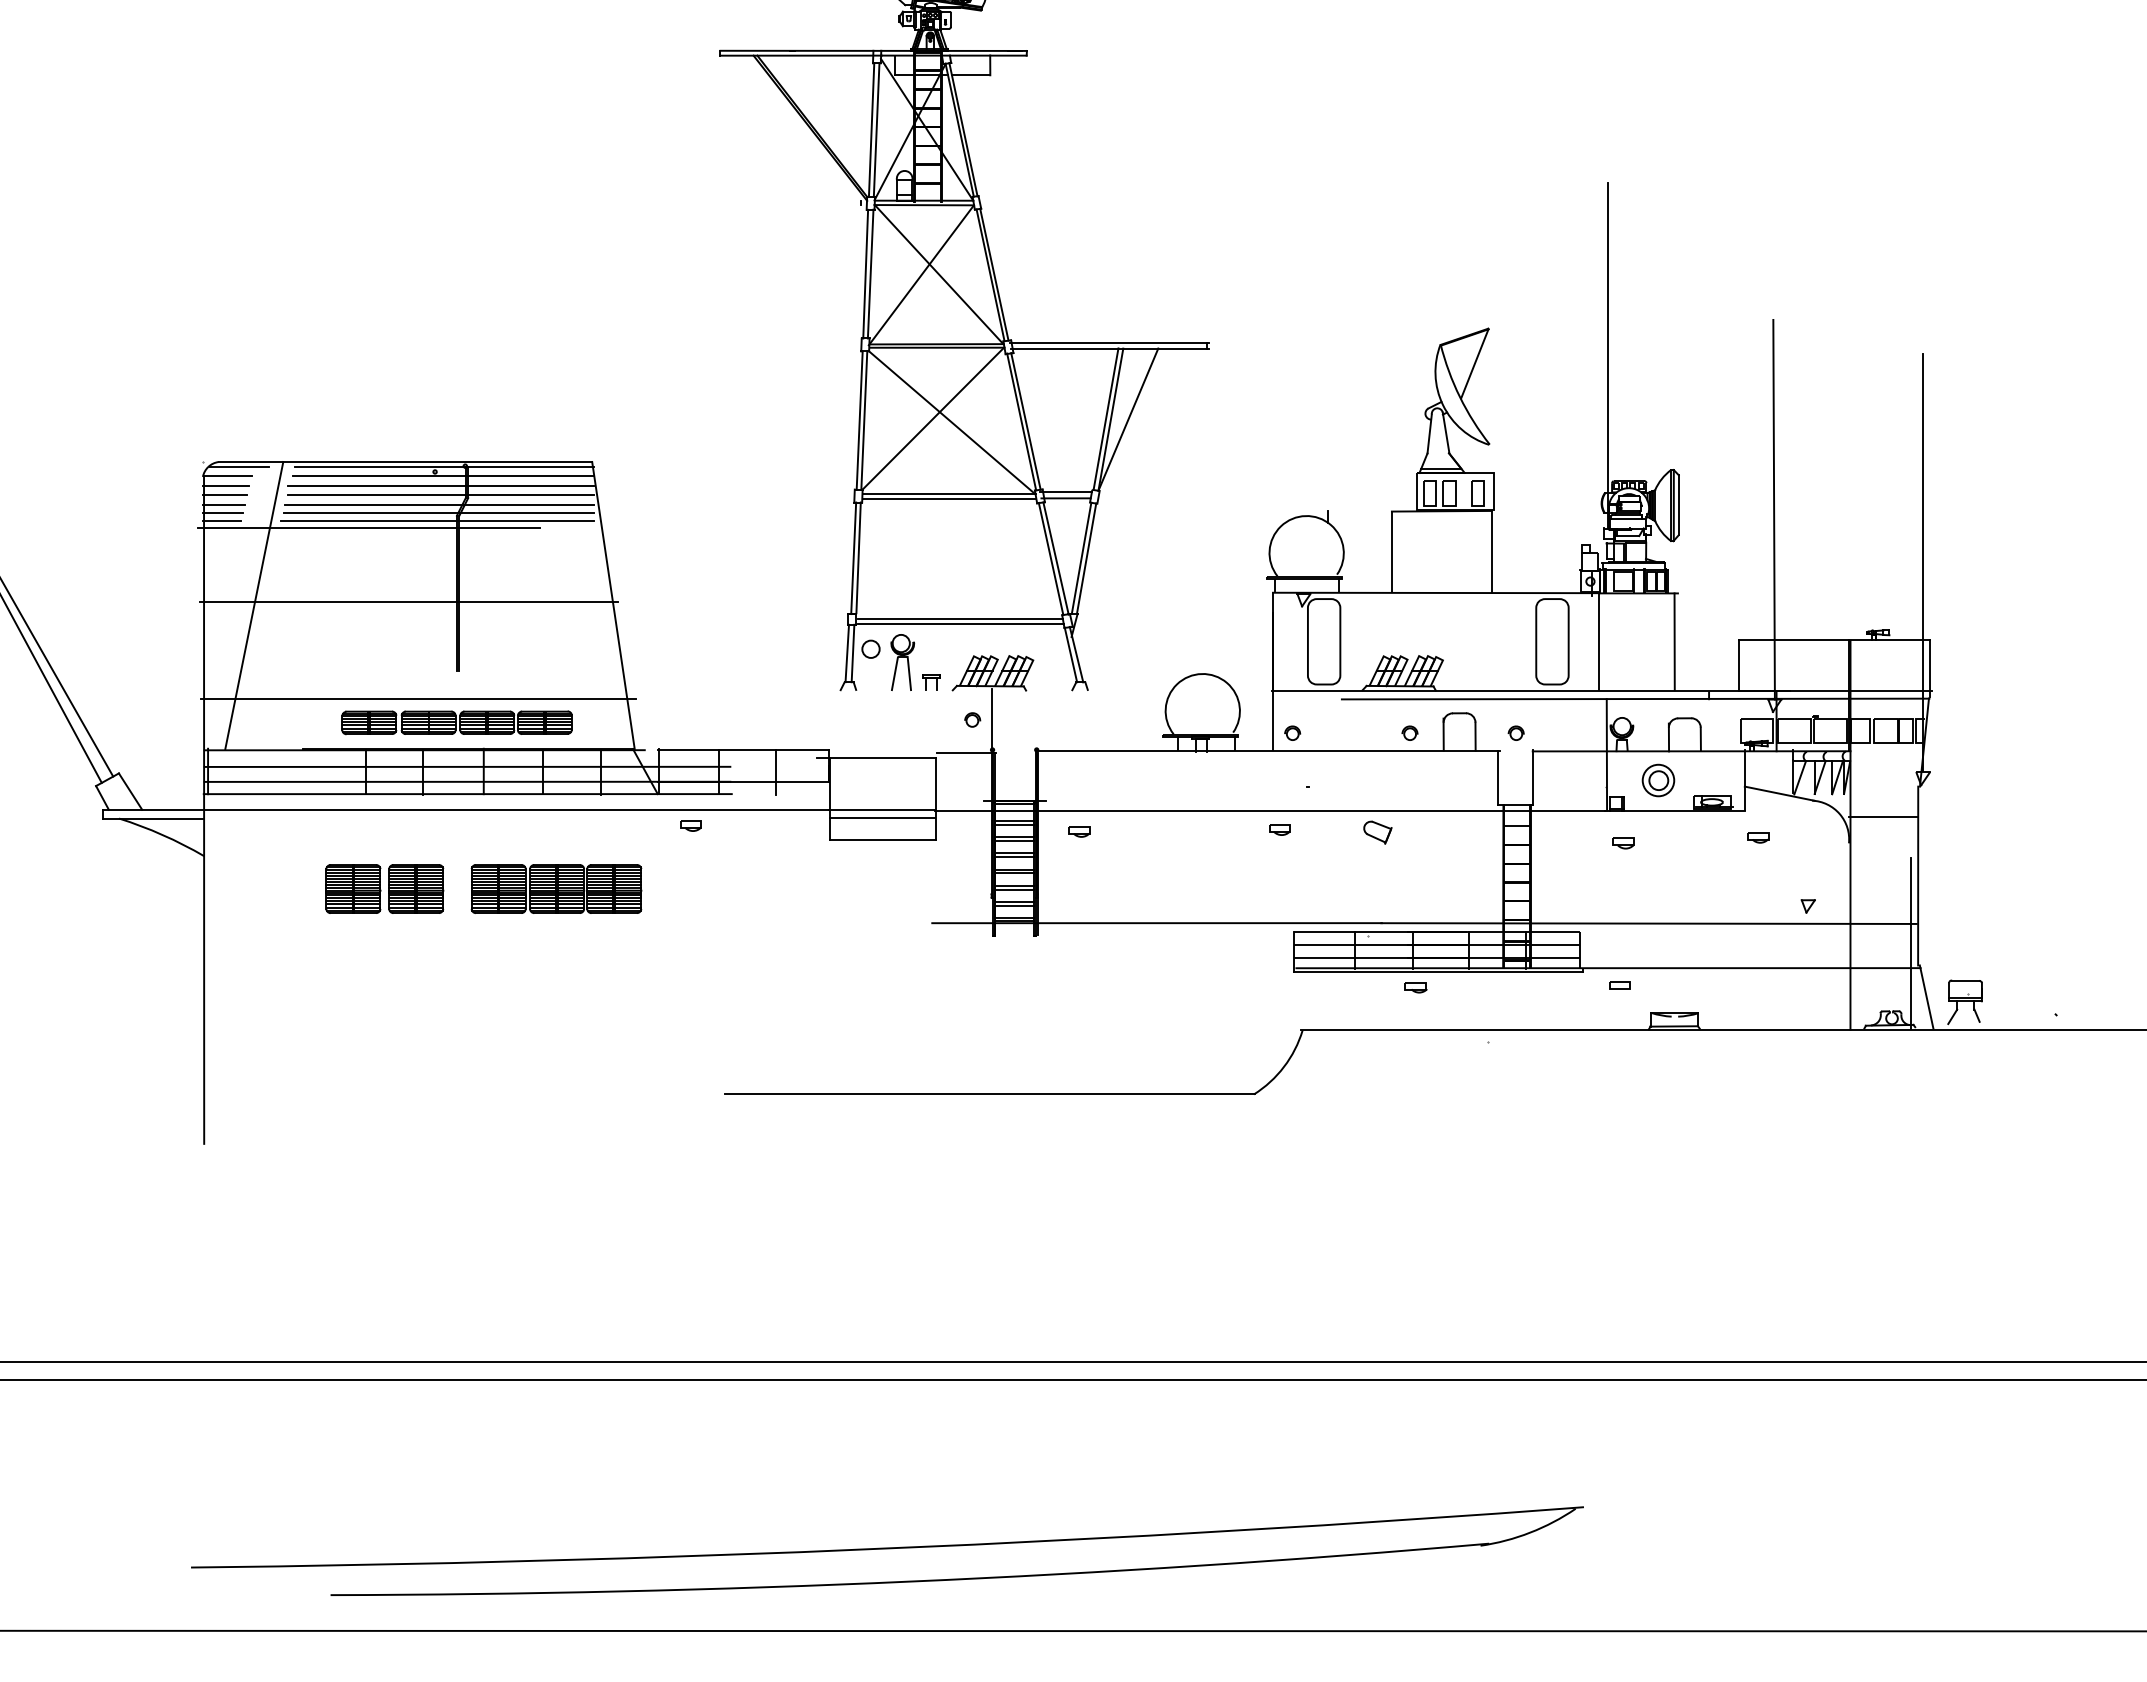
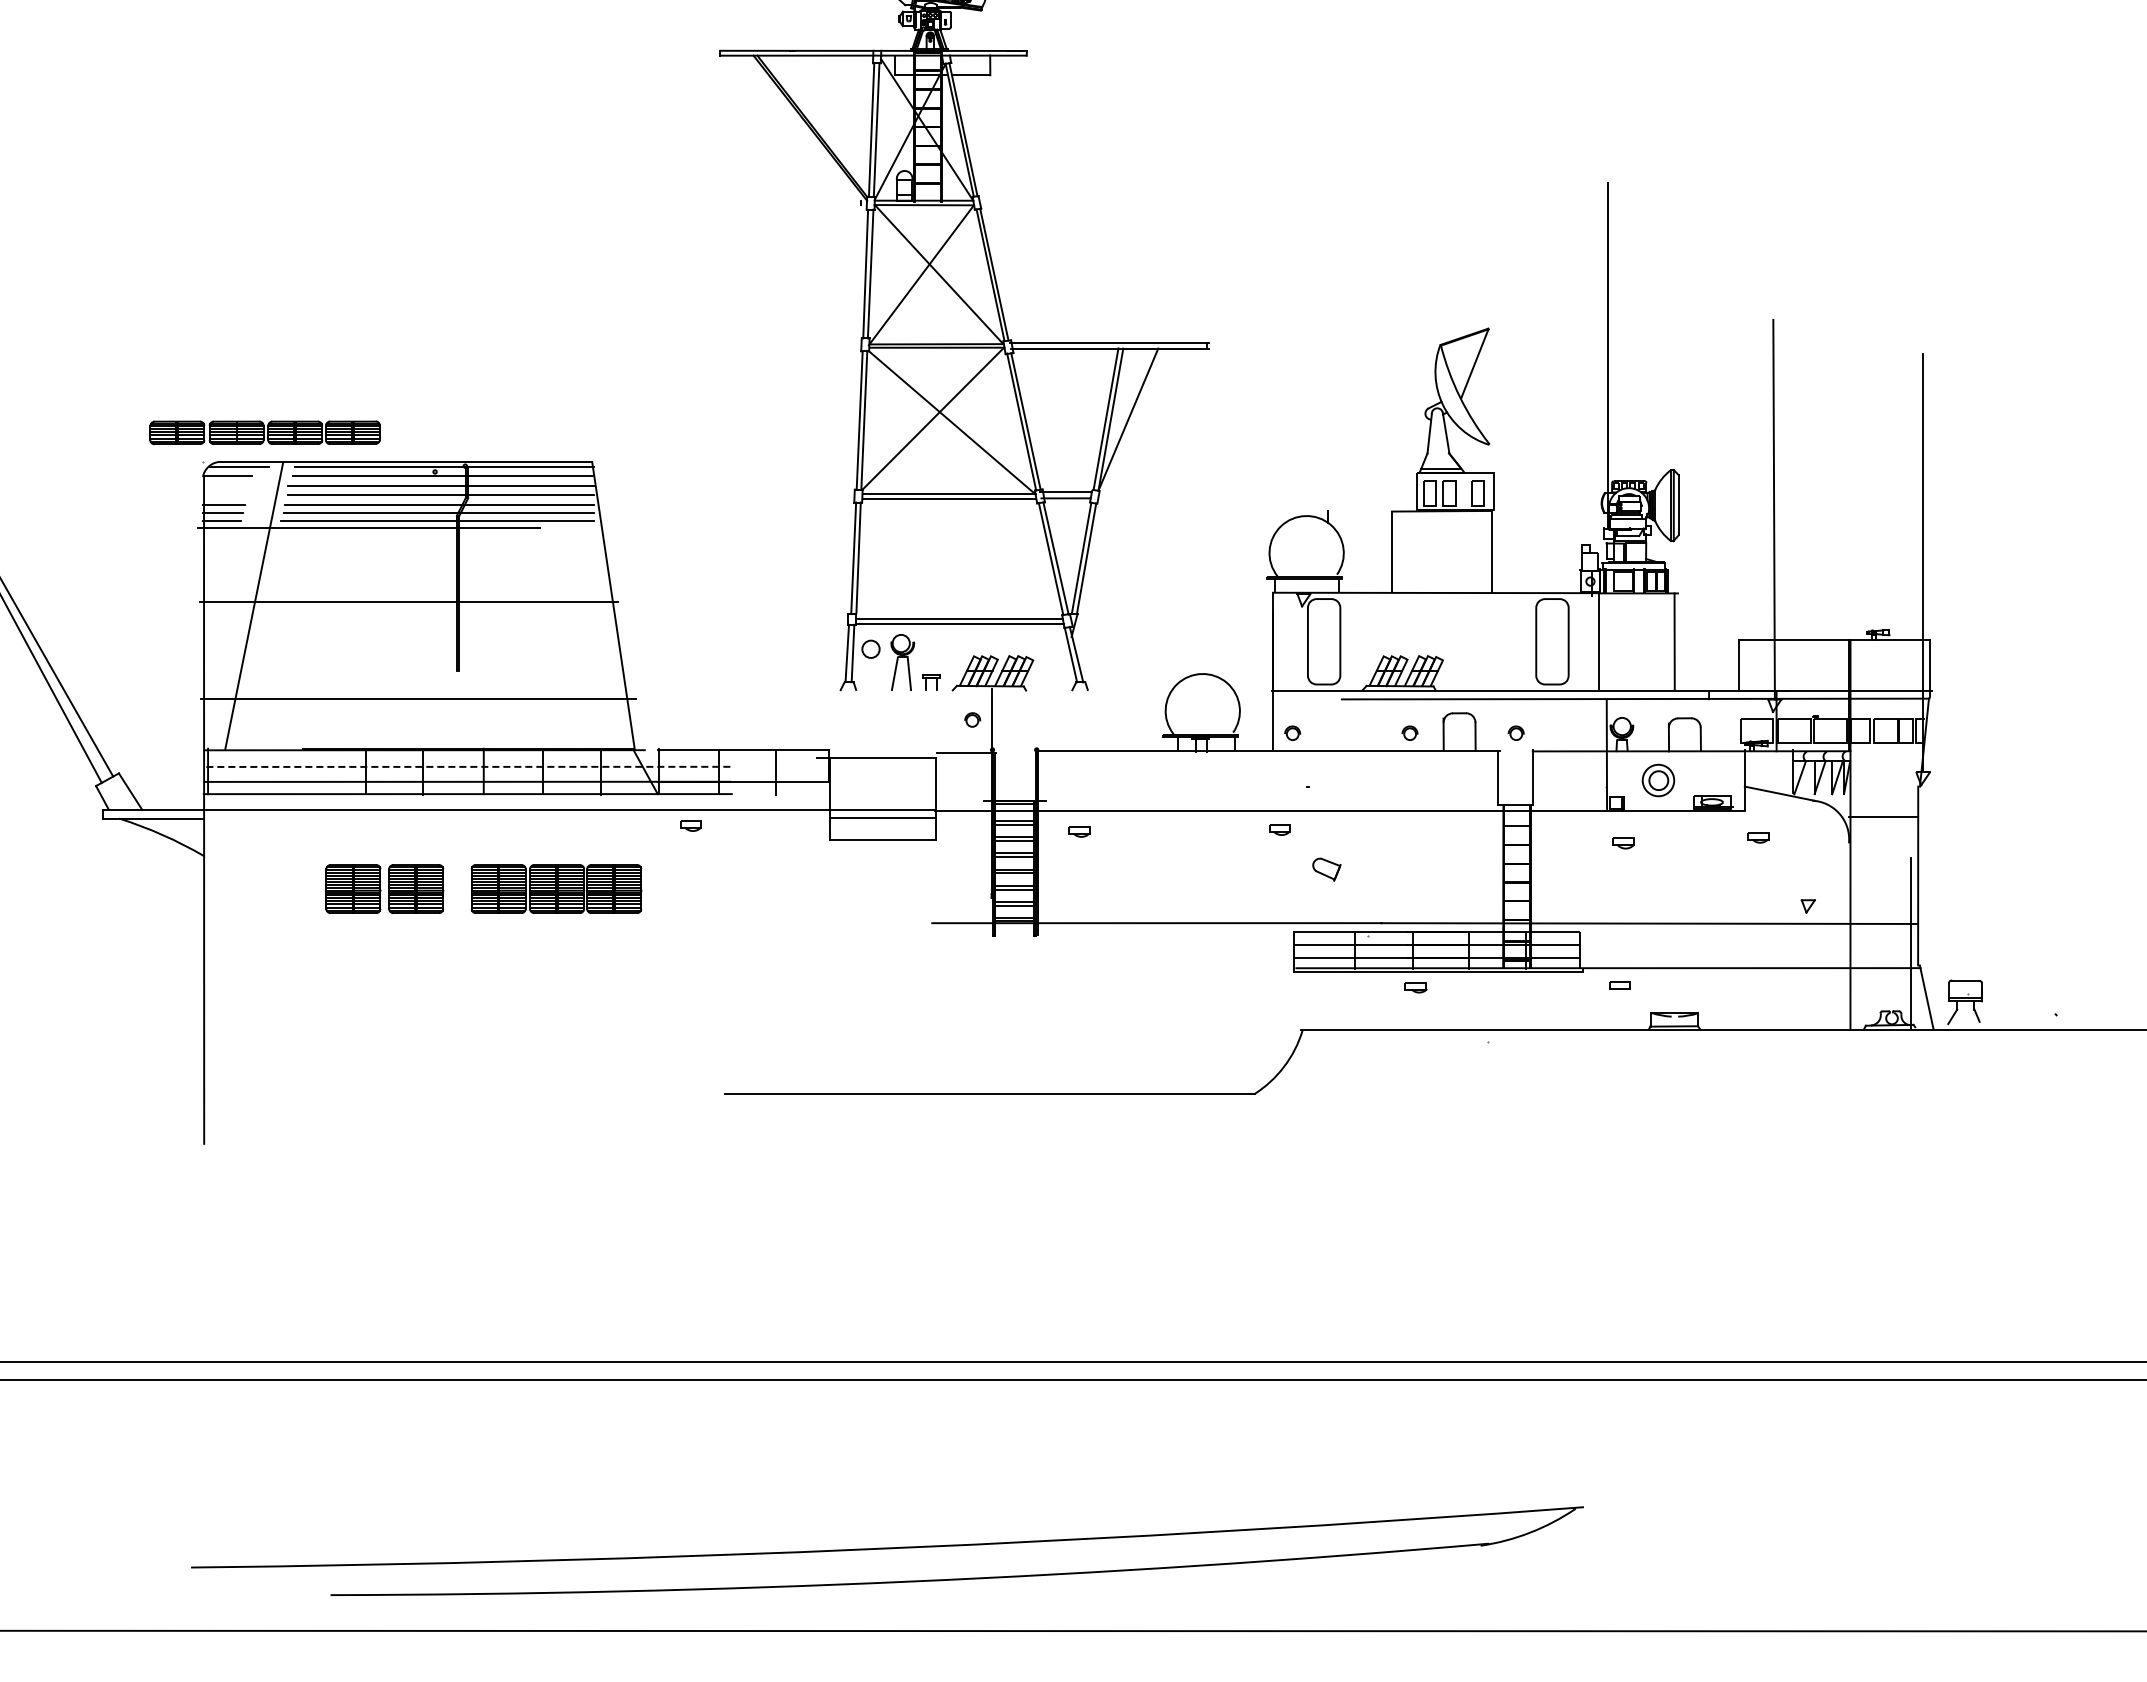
line at (226, 486): present -> none
line at (224, 494): present -> none
part at (456, 722) position: (456, 722) -> (264, 432)
line at (467, 766): solid -> dashed
part at (1377, 832) position: (1377, 832) -> (1326, 869)
